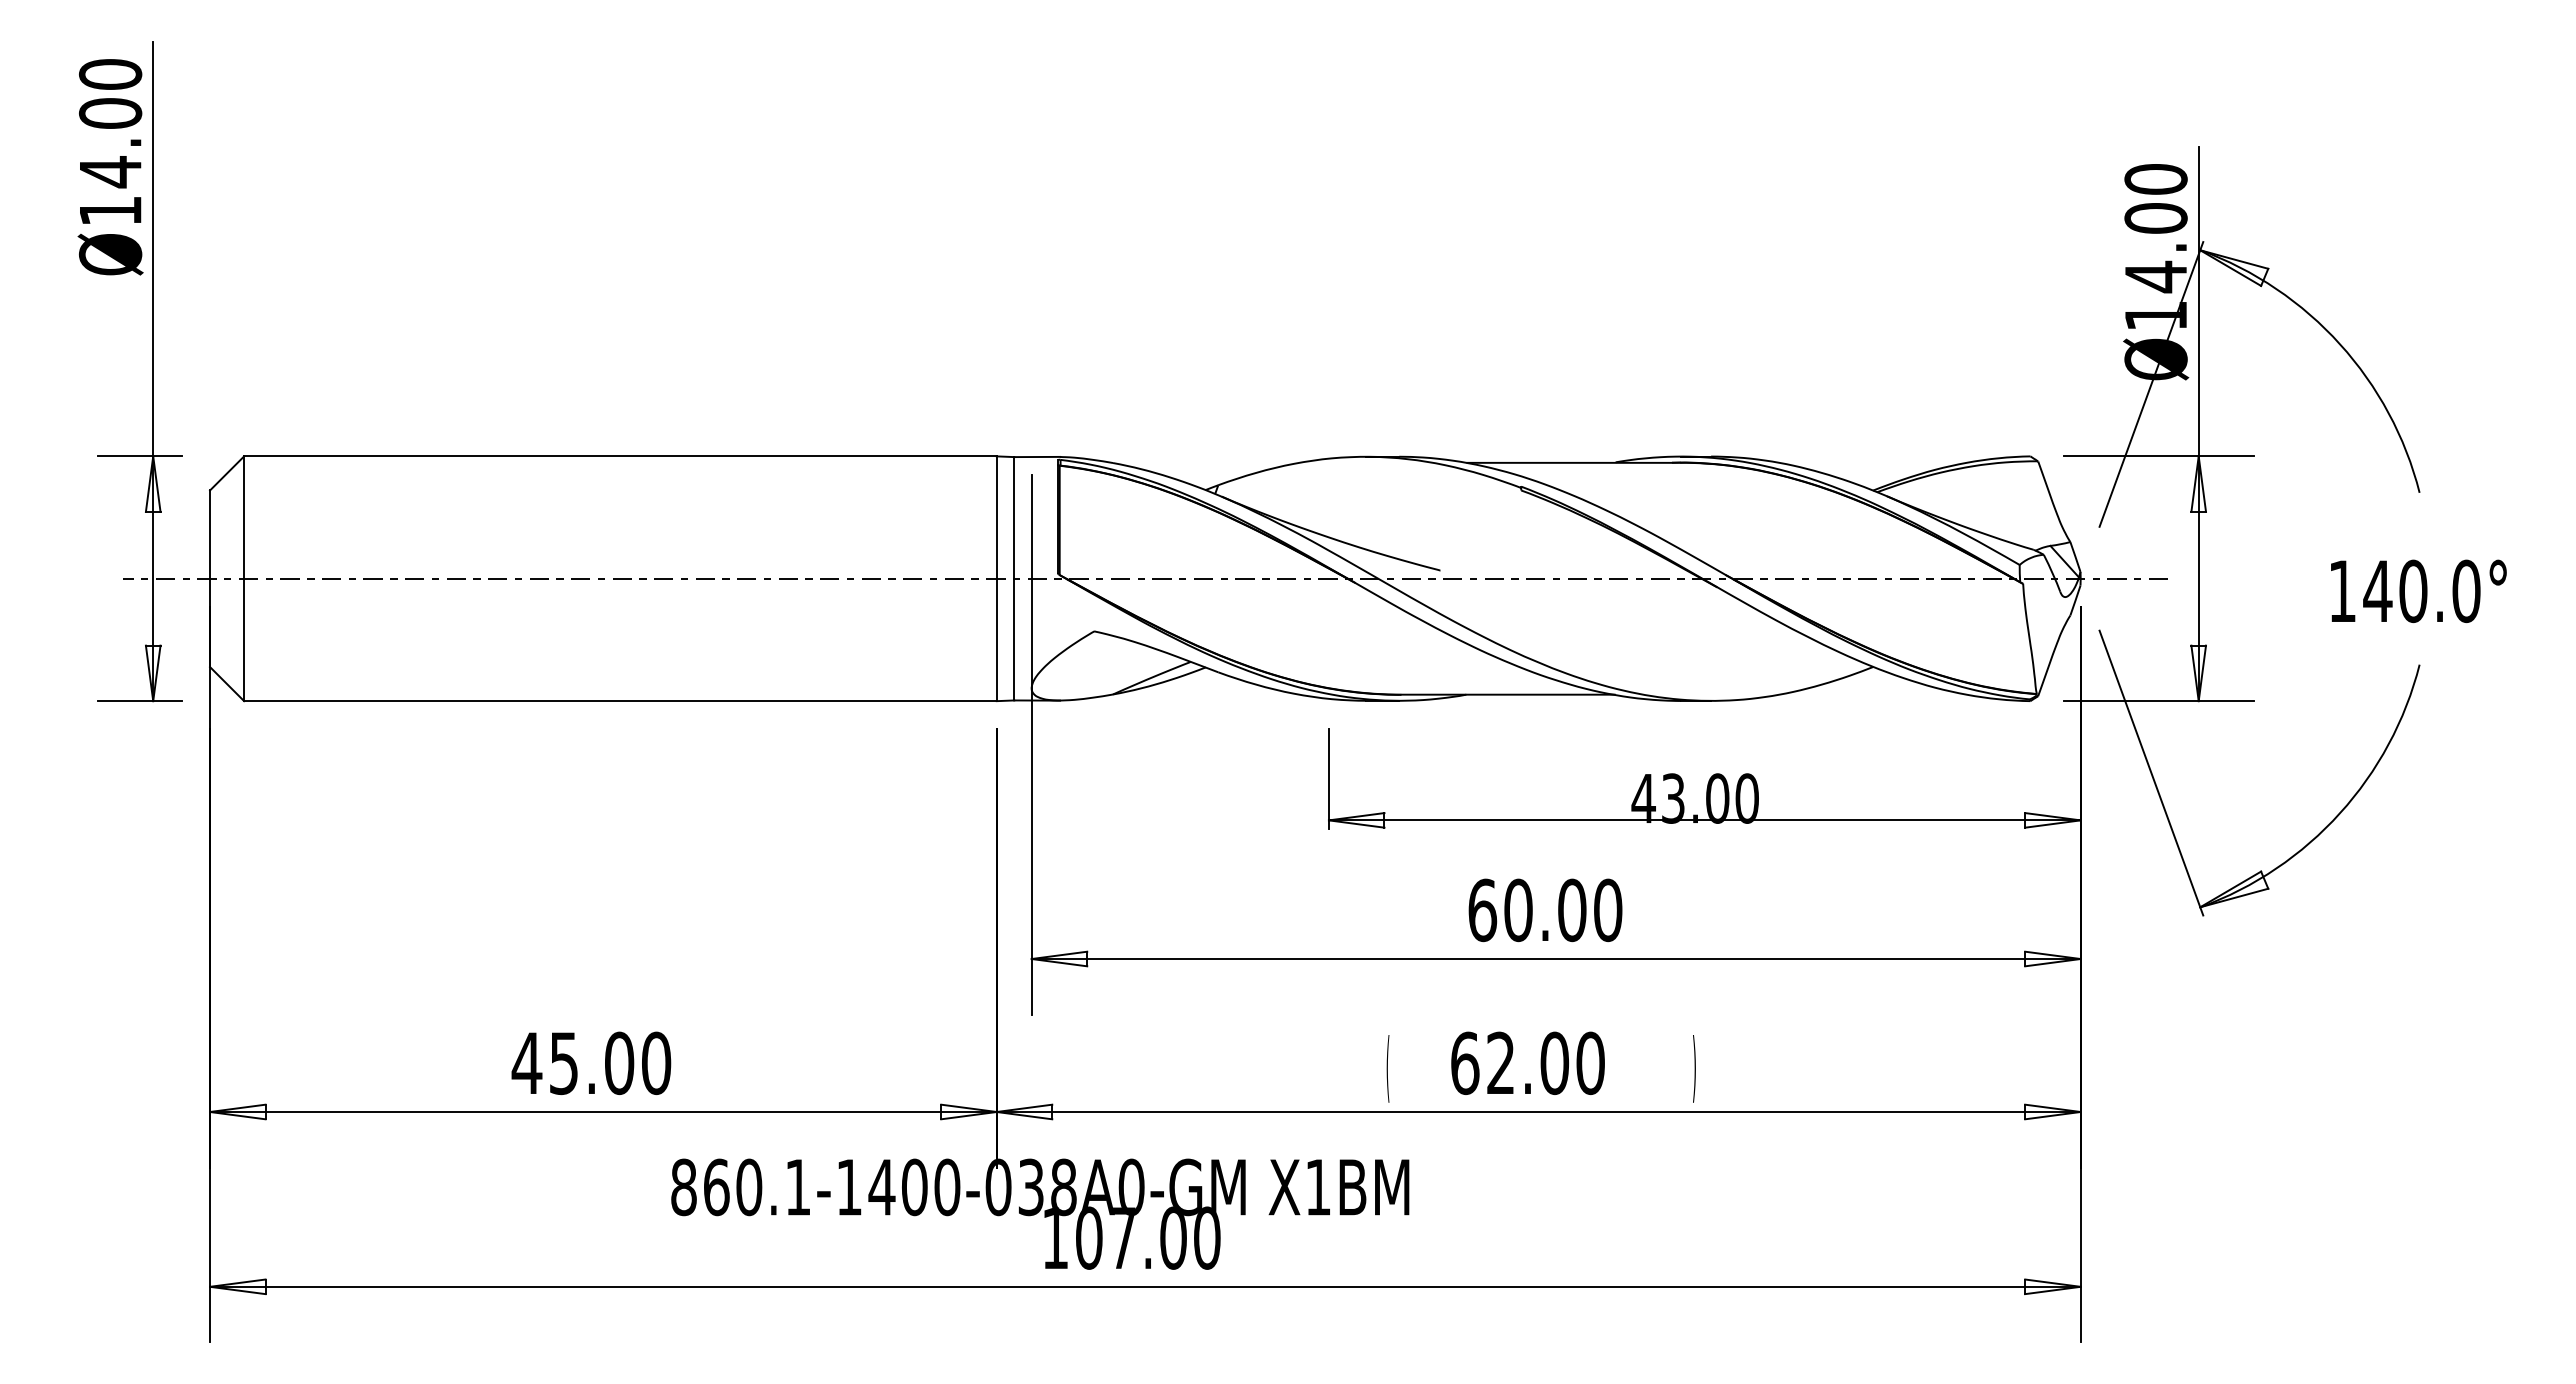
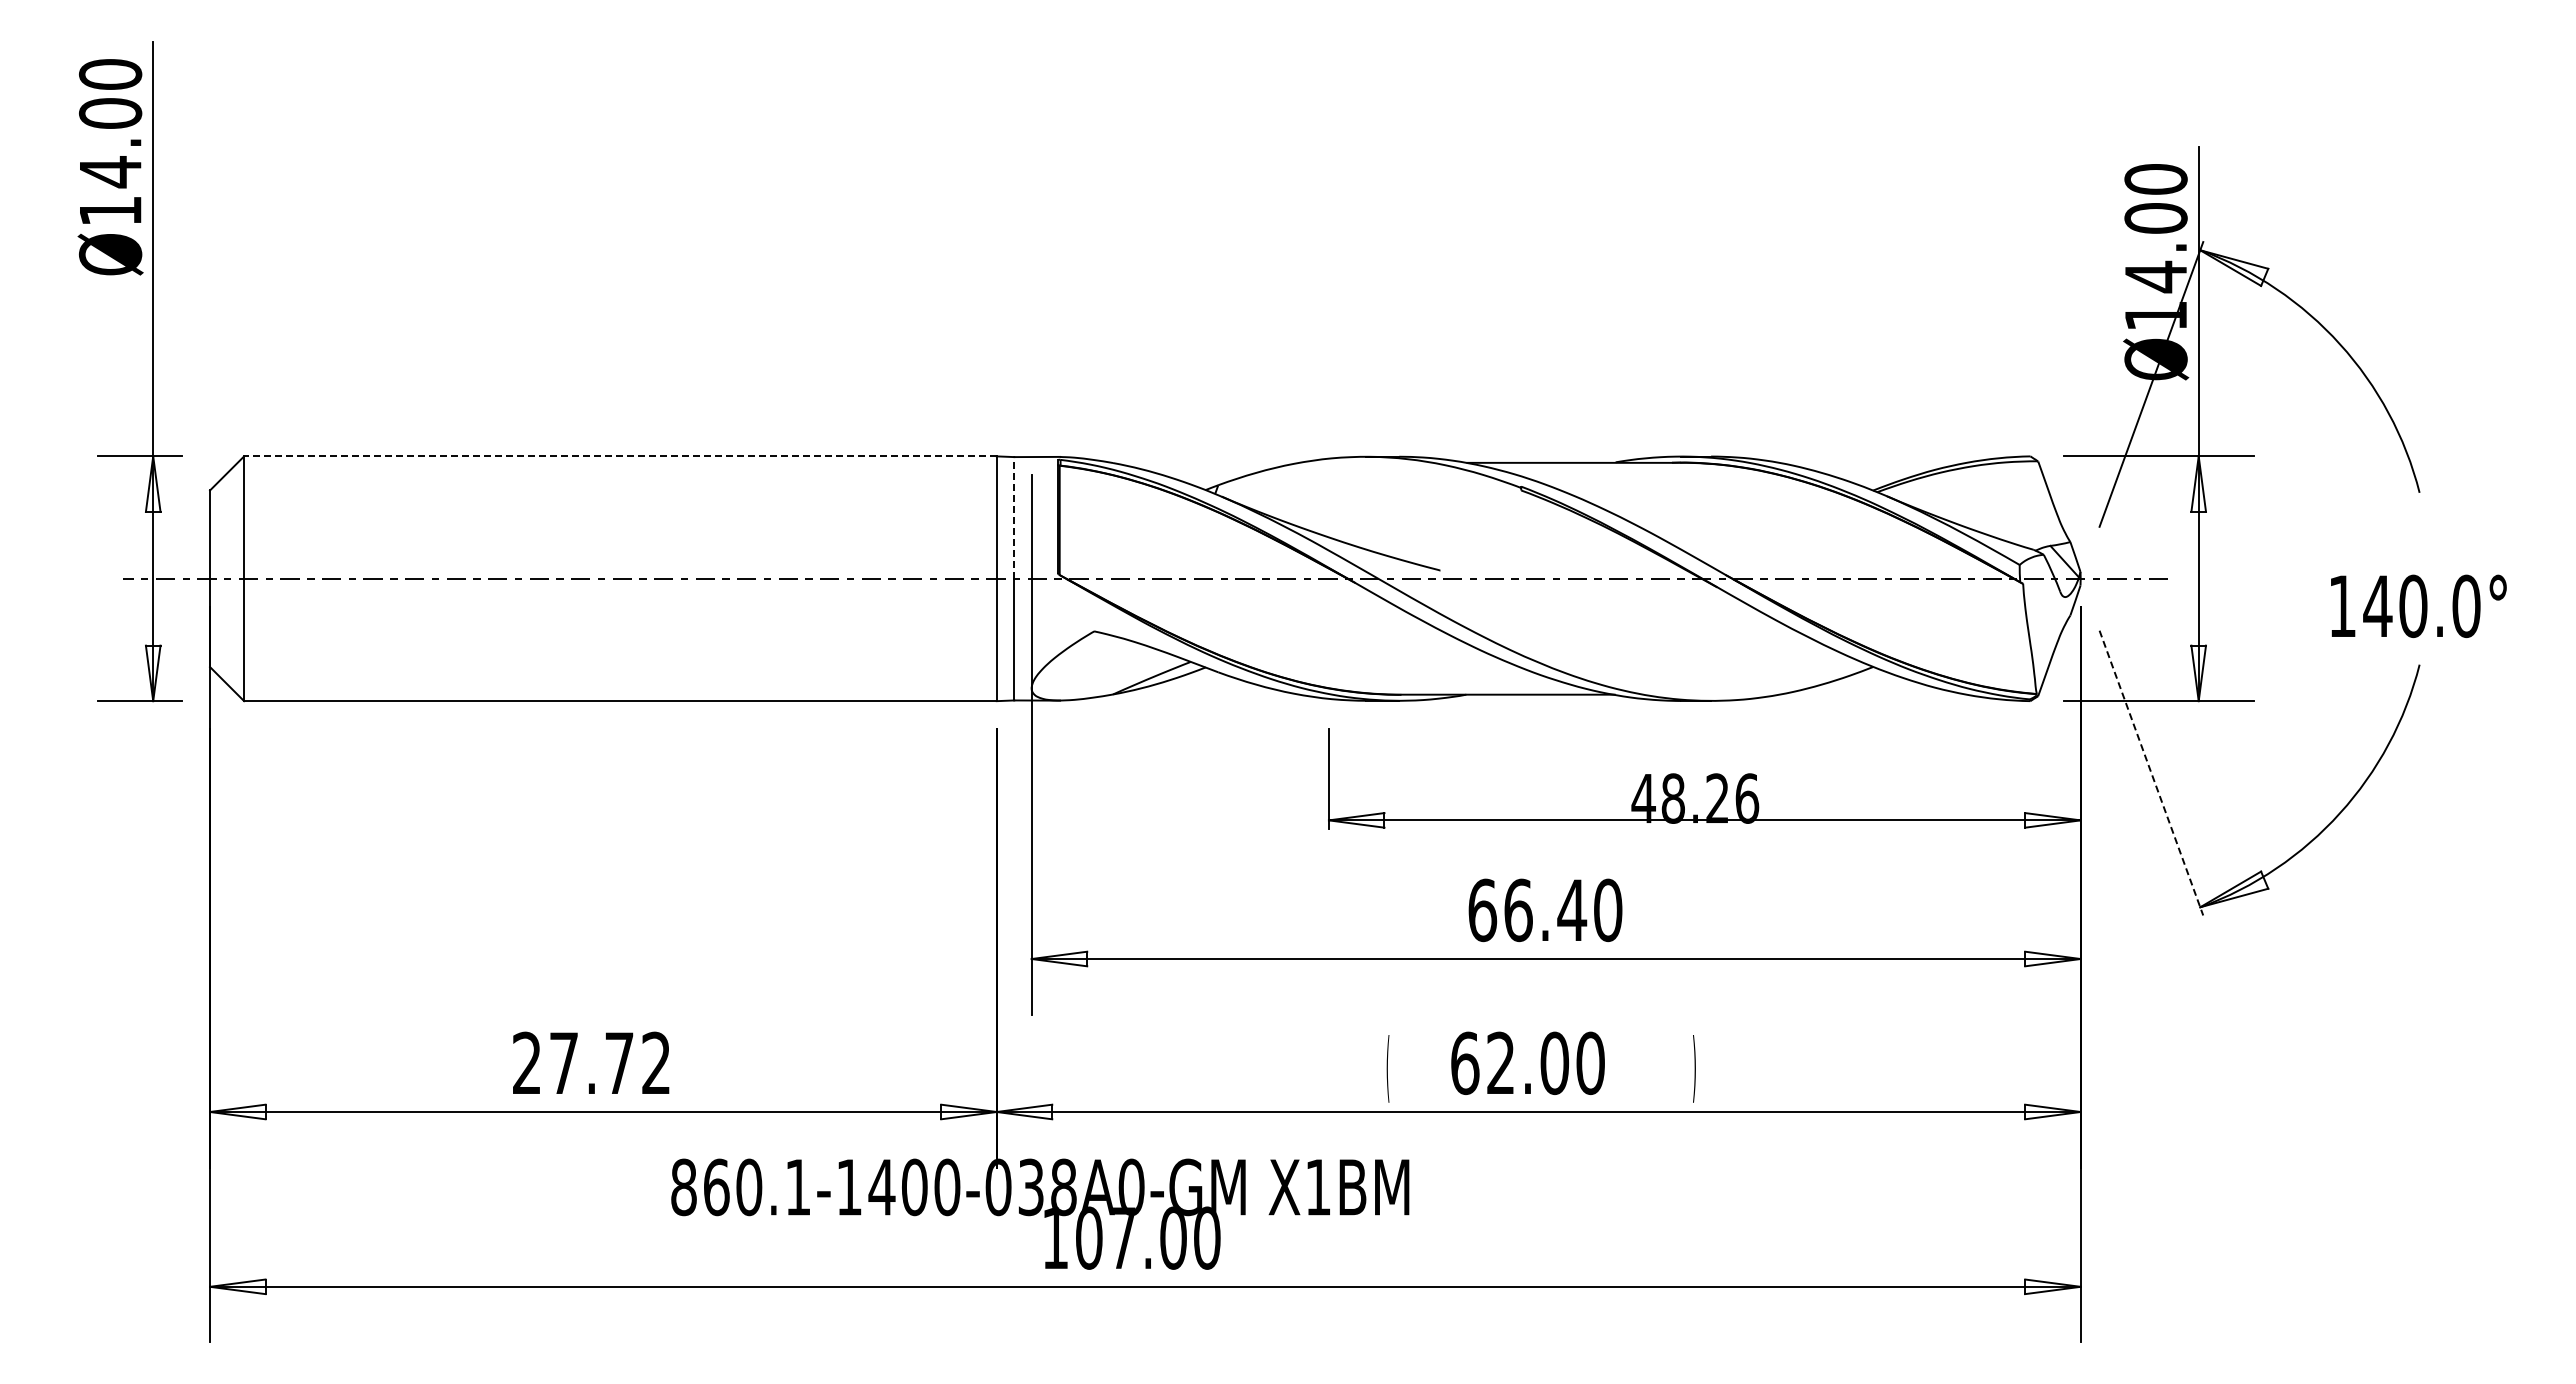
line at (619, 456): solid -> dashed
line at (1014, 517): solid -> dashed
text at (2418, 591) position: (2418, 591) -> (2418, 606)
line at (2151, 773): solid -> dashed
text at (1710, 798): 43.00 -> 48.26
text at (1545, 910): 60.00 -> 66.40
text at (591, 1063): 45.00 -> 27.72
